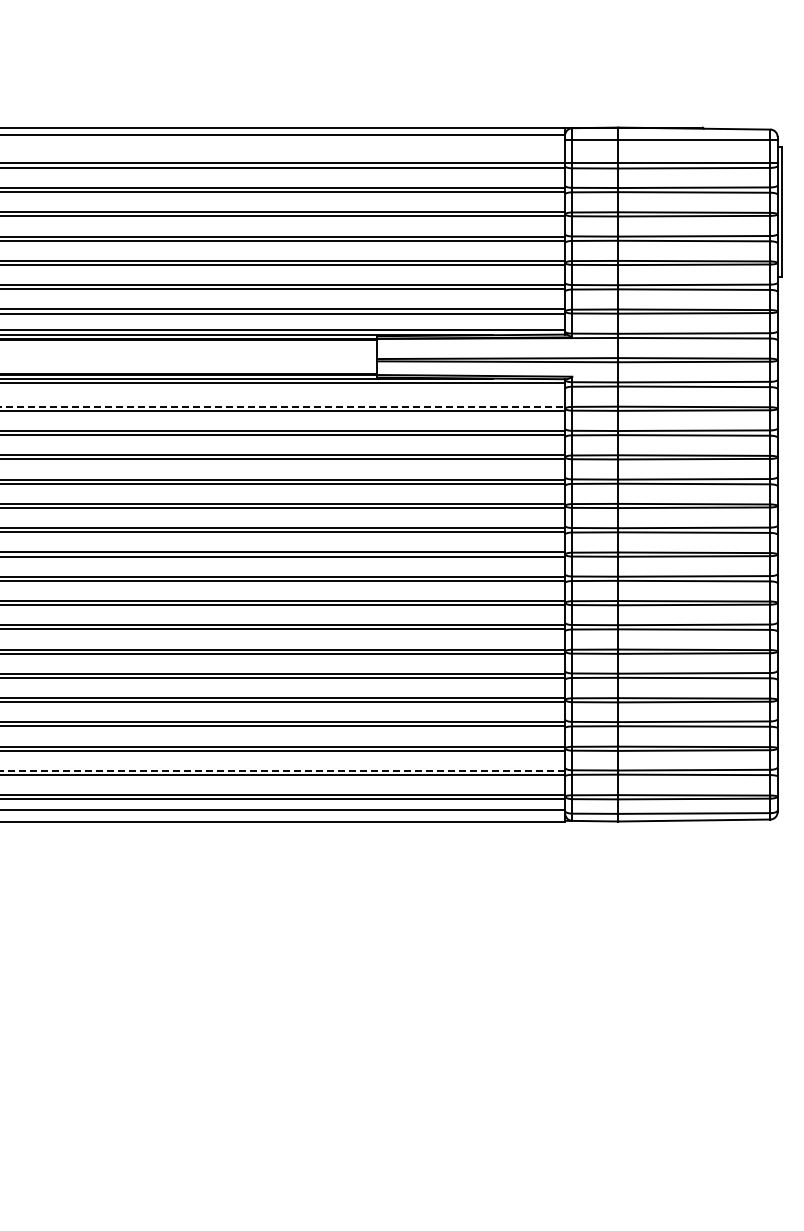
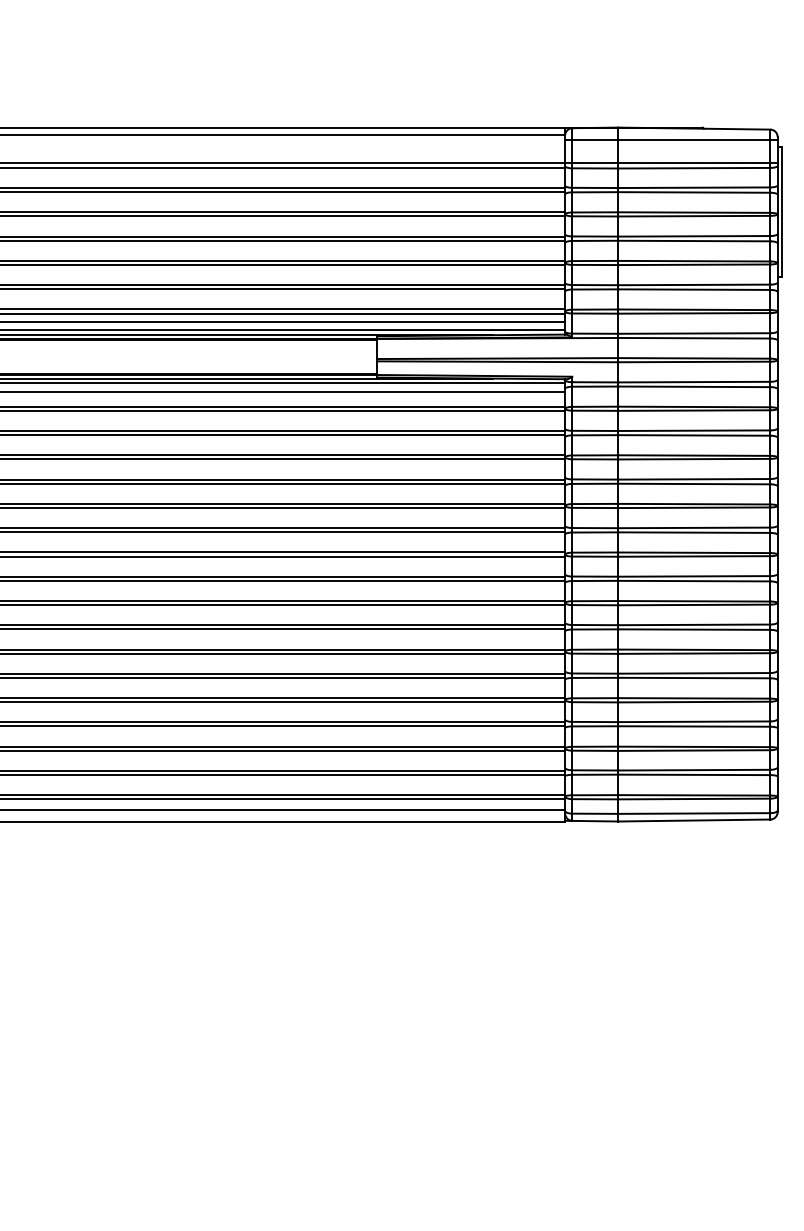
line at (283, 321): none -> present
line at (283, 392): none -> present
line at (283, 406): dashed -> solid
line at (282, 770): dashed -> solid
